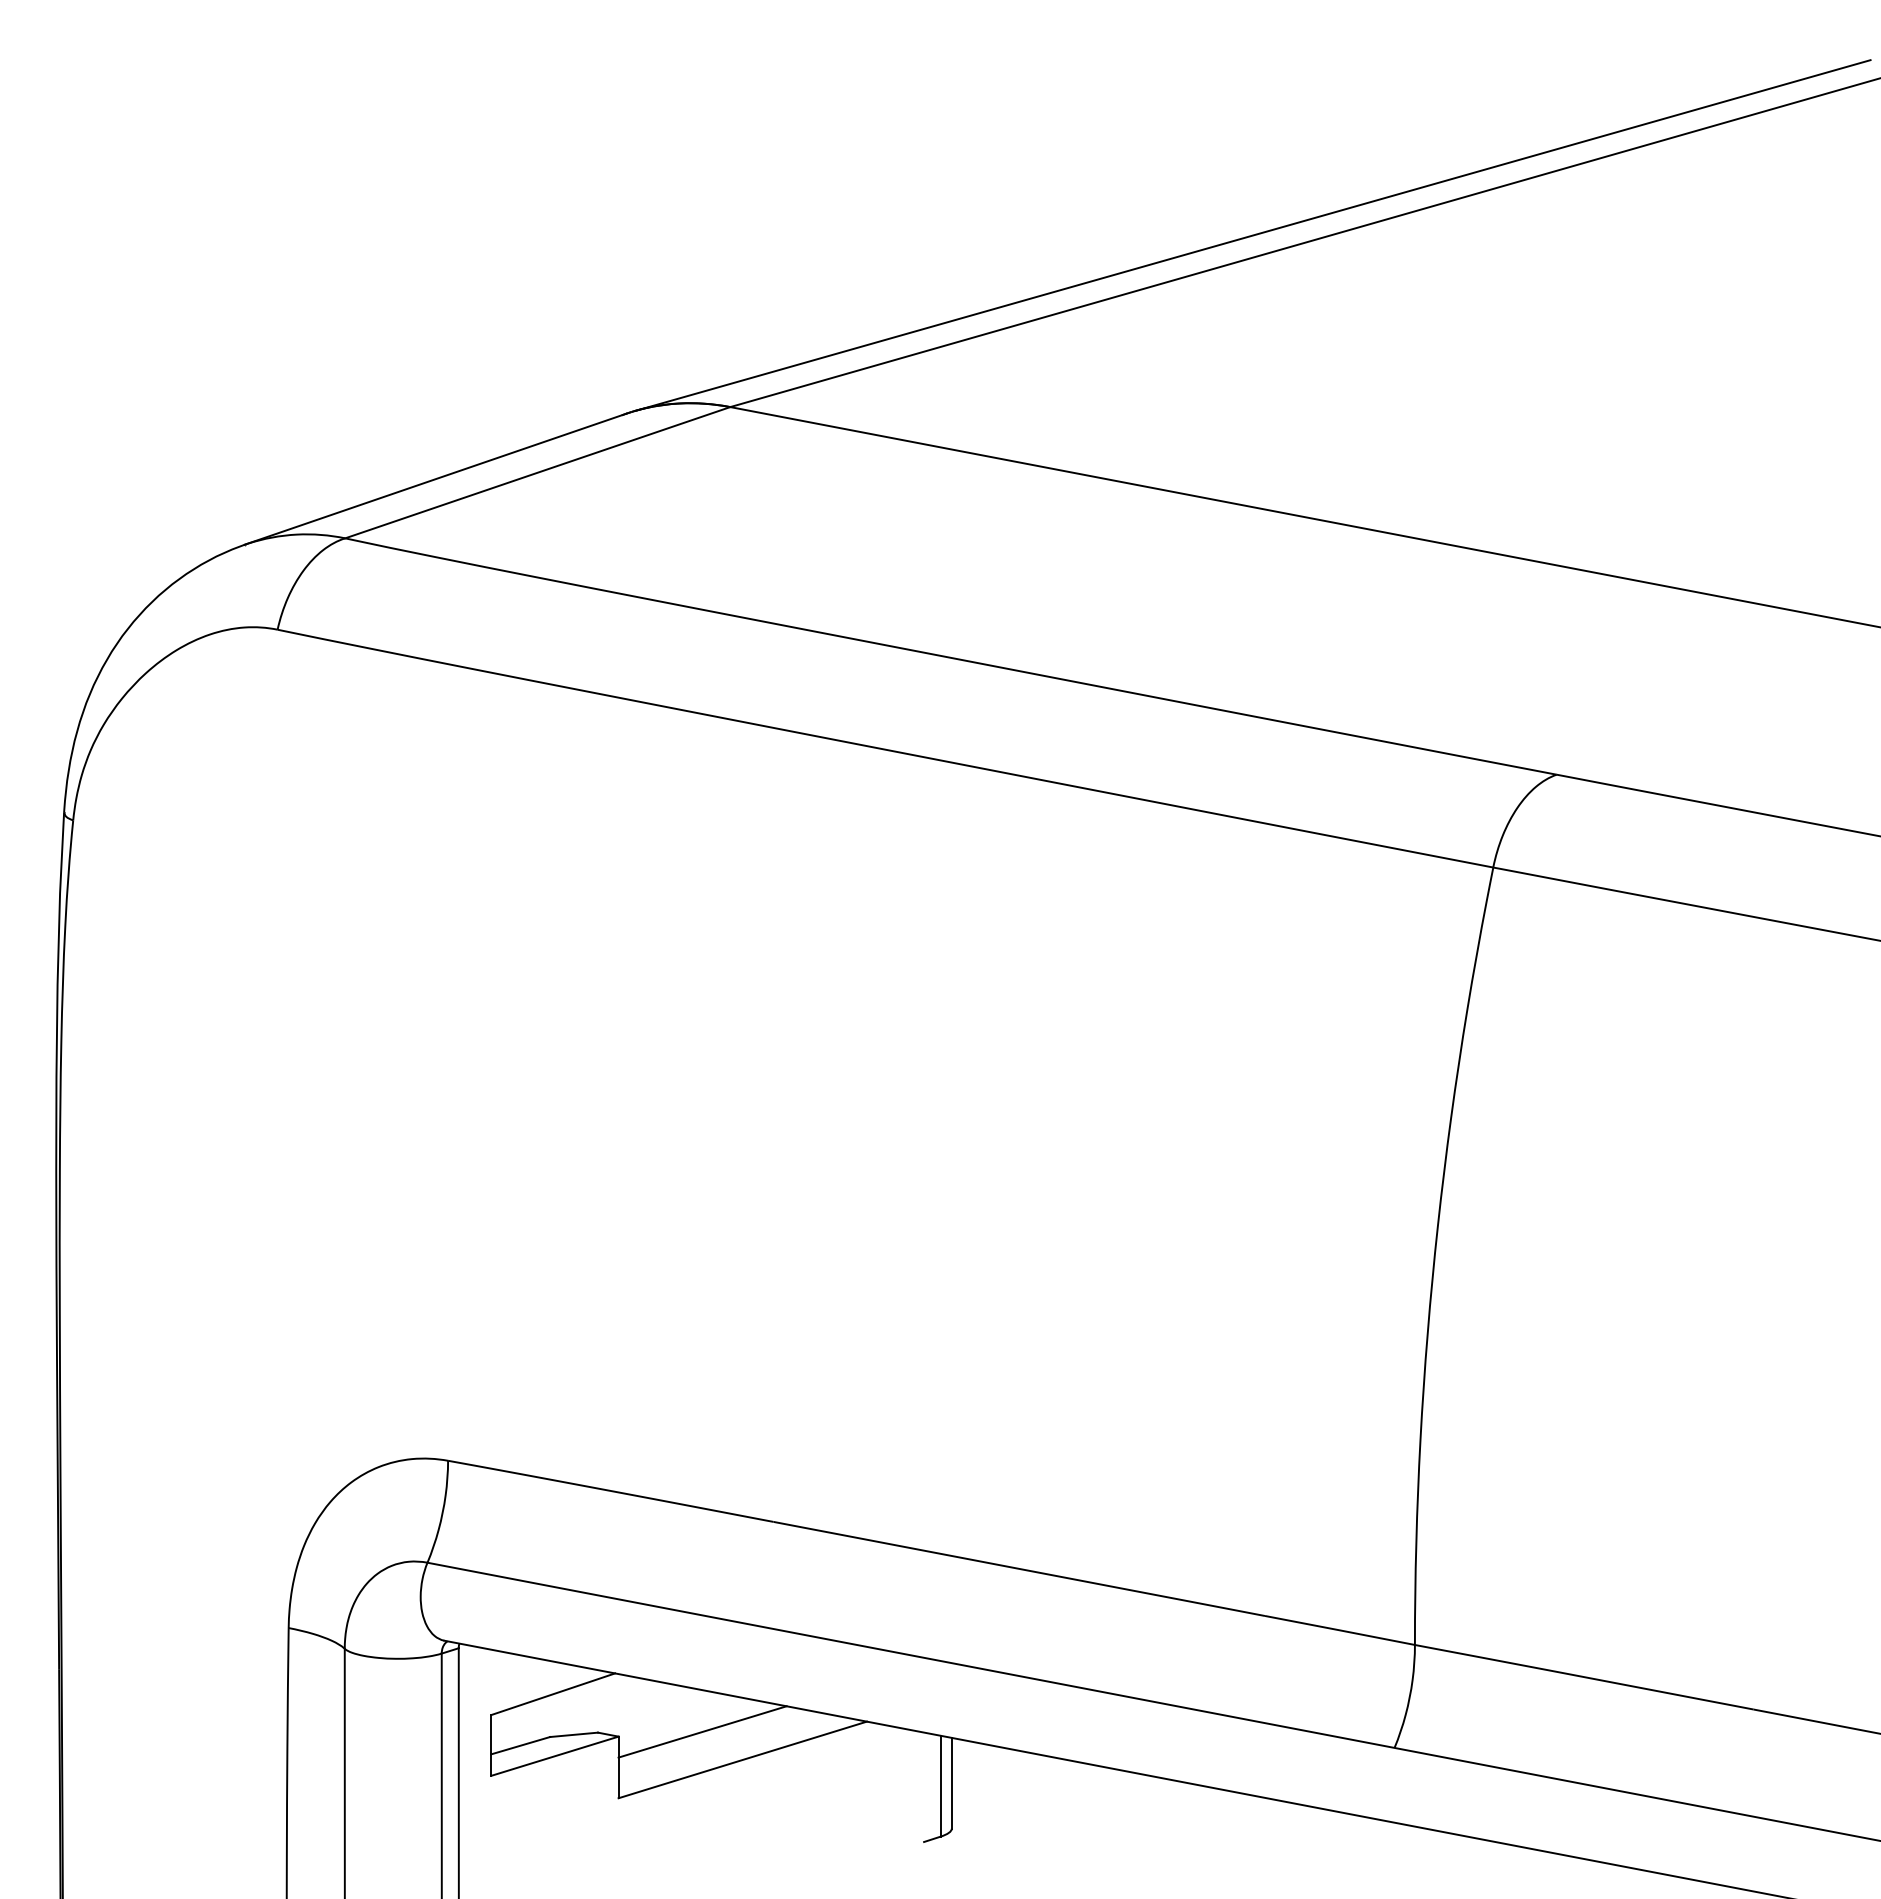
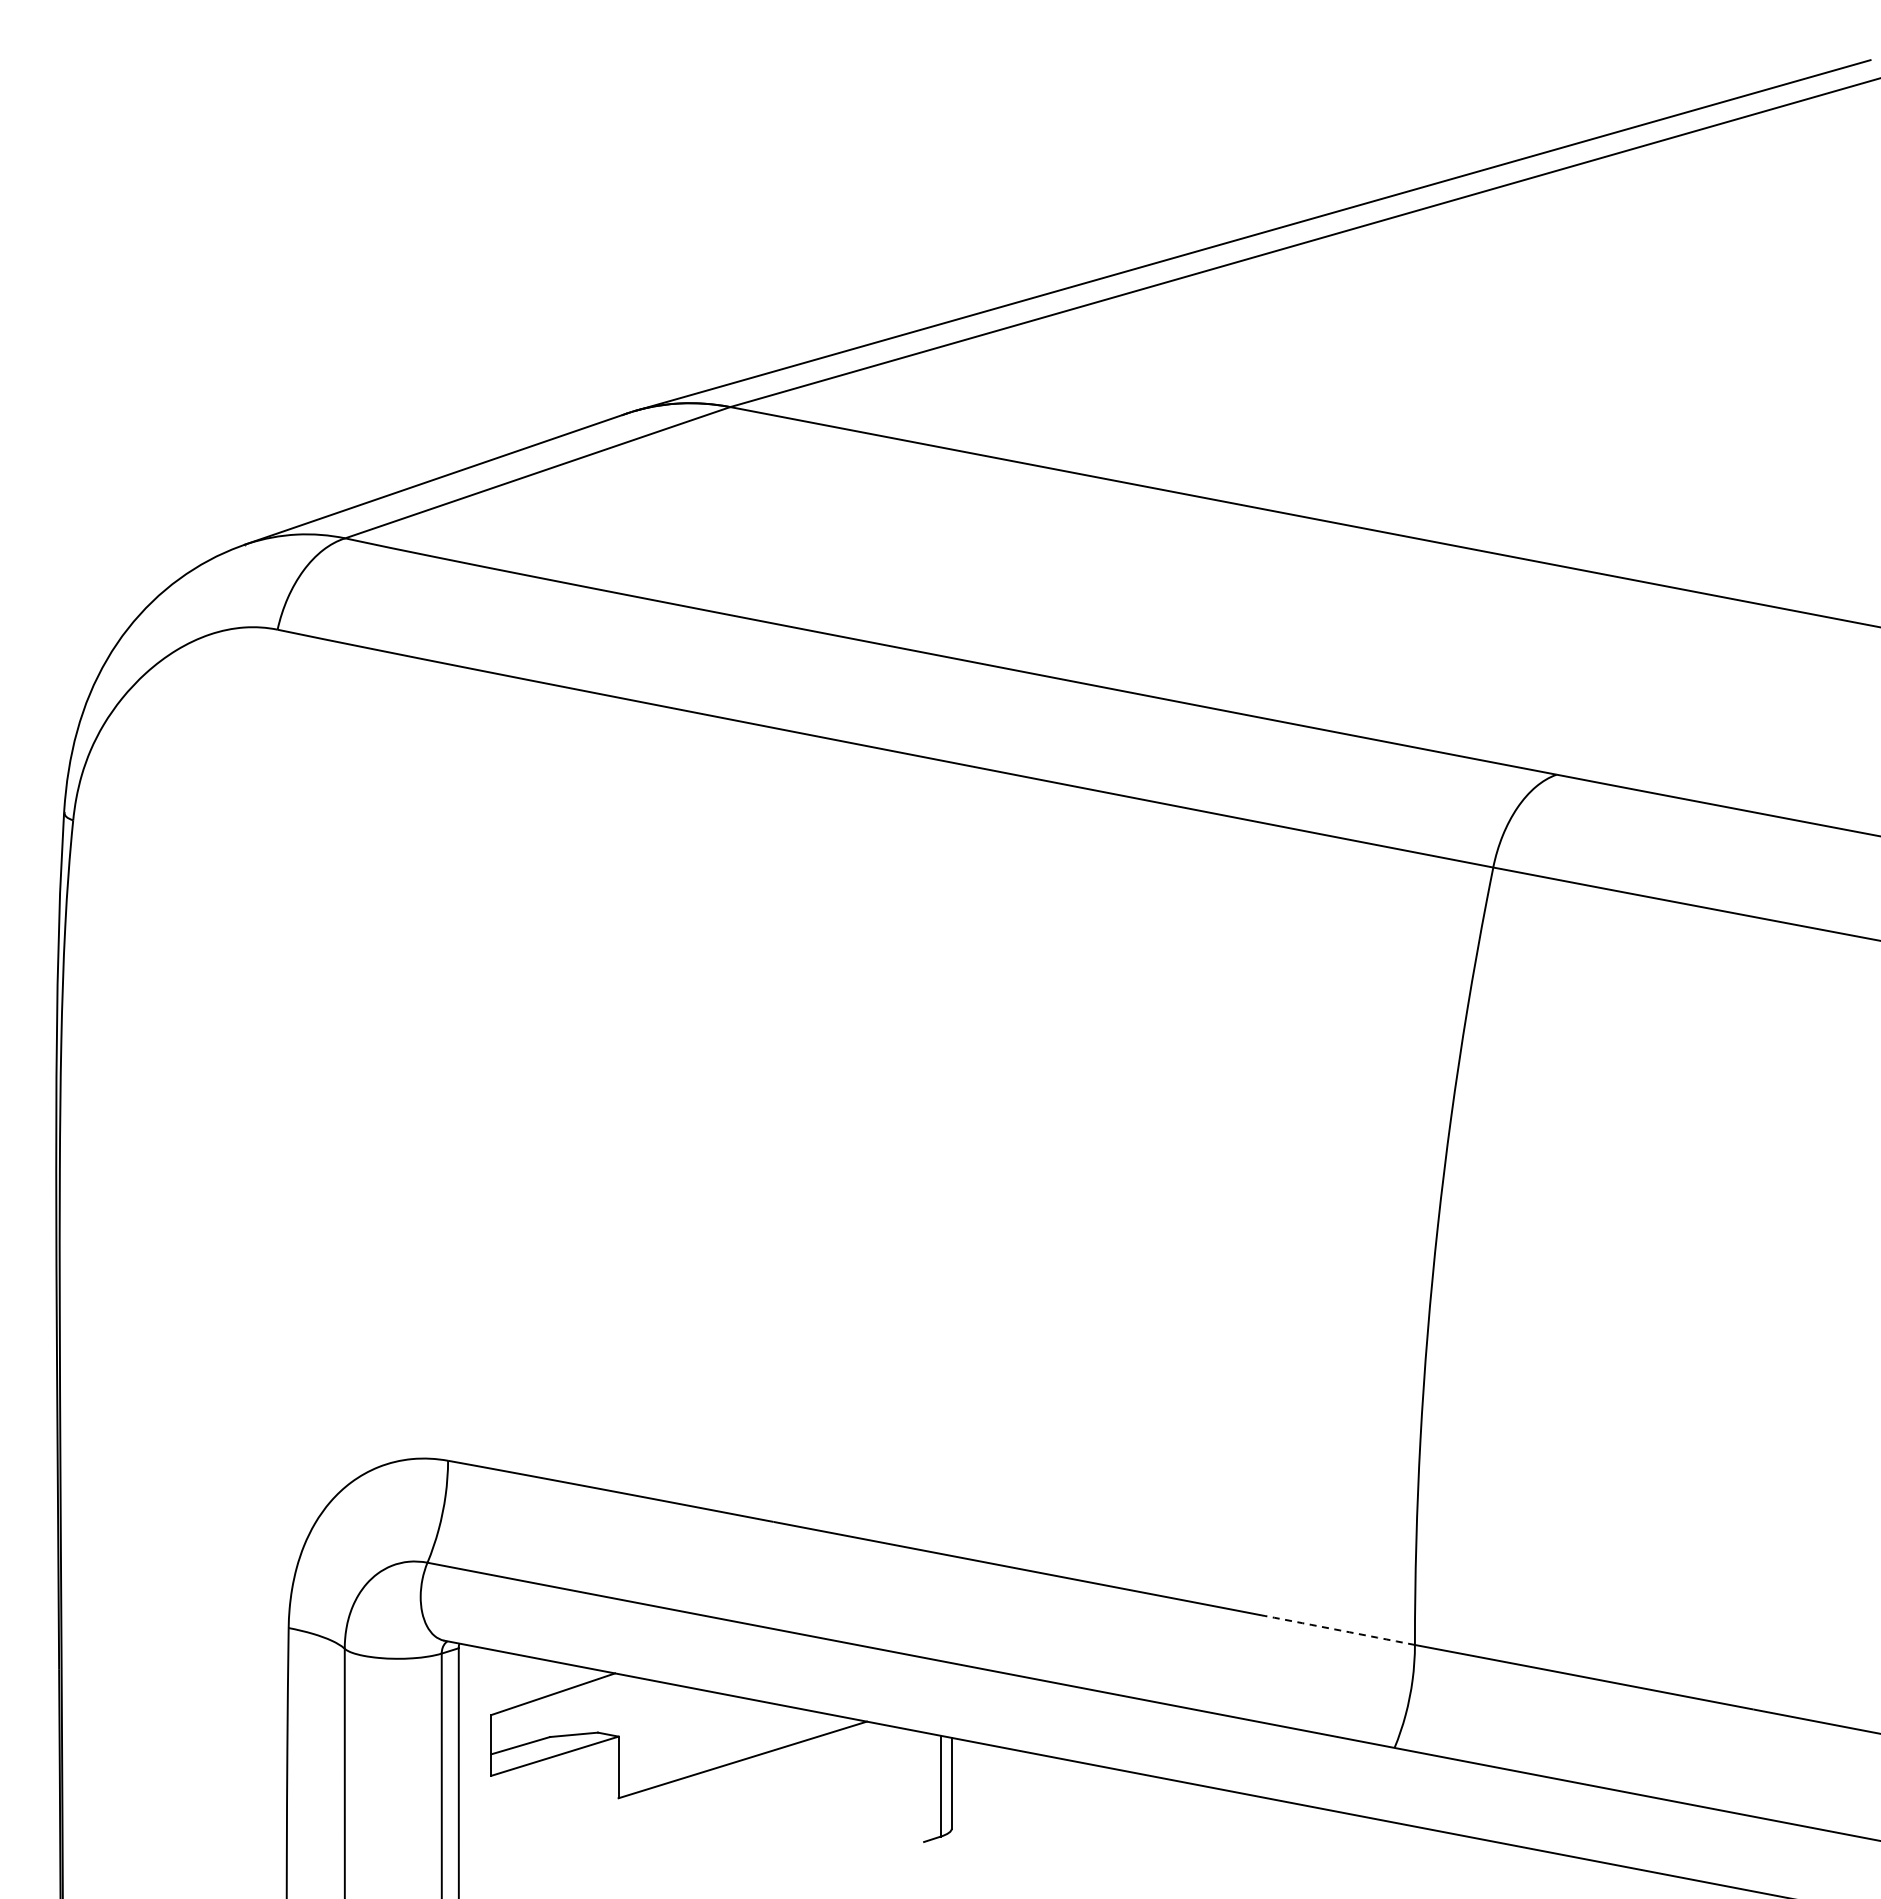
arc at (1340, 1630): solid -> dashed
line at (702, 1731): present -> none
